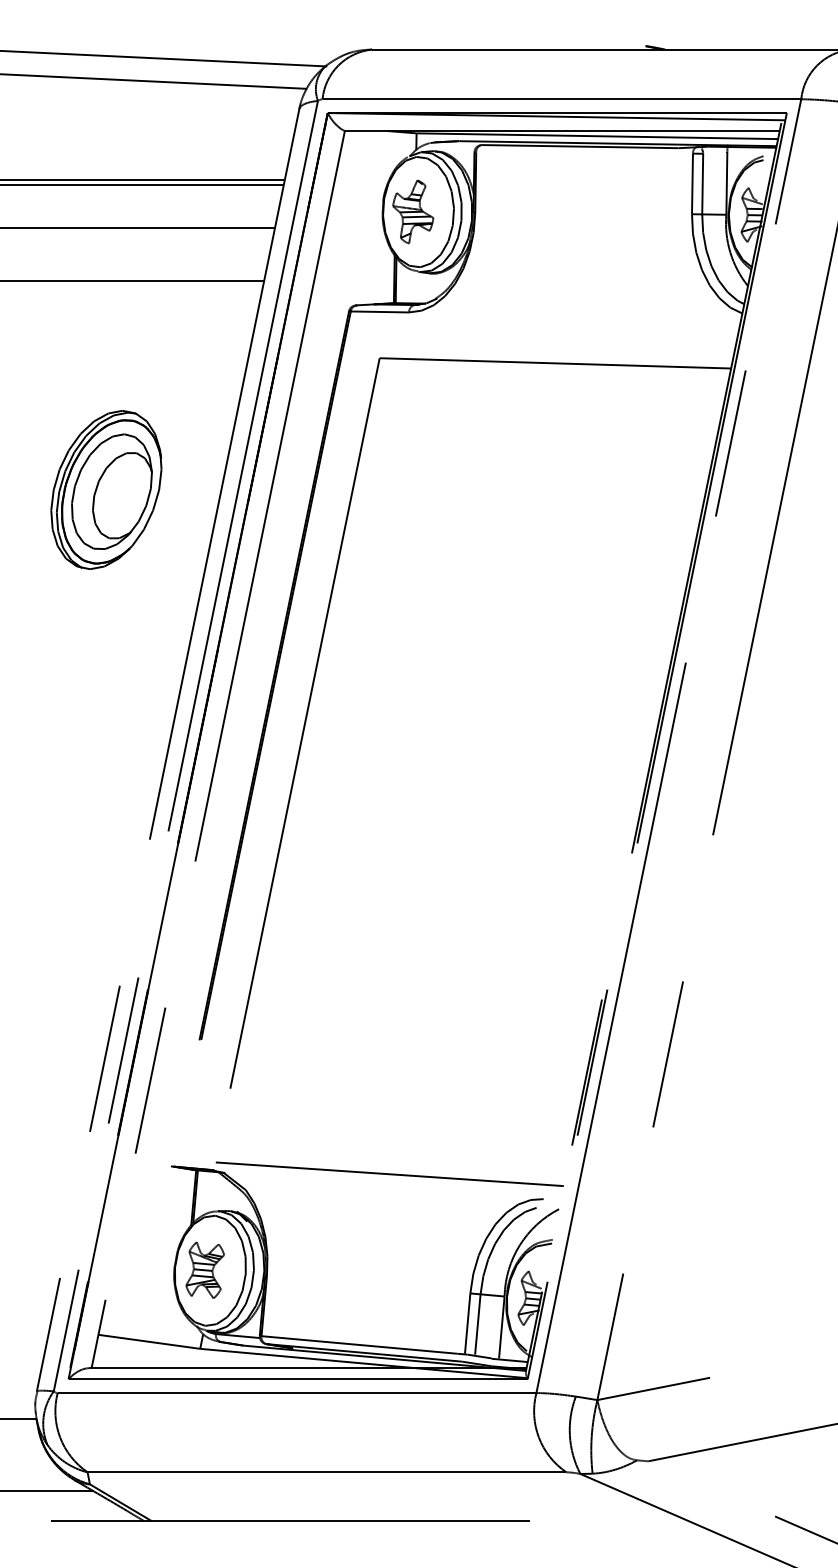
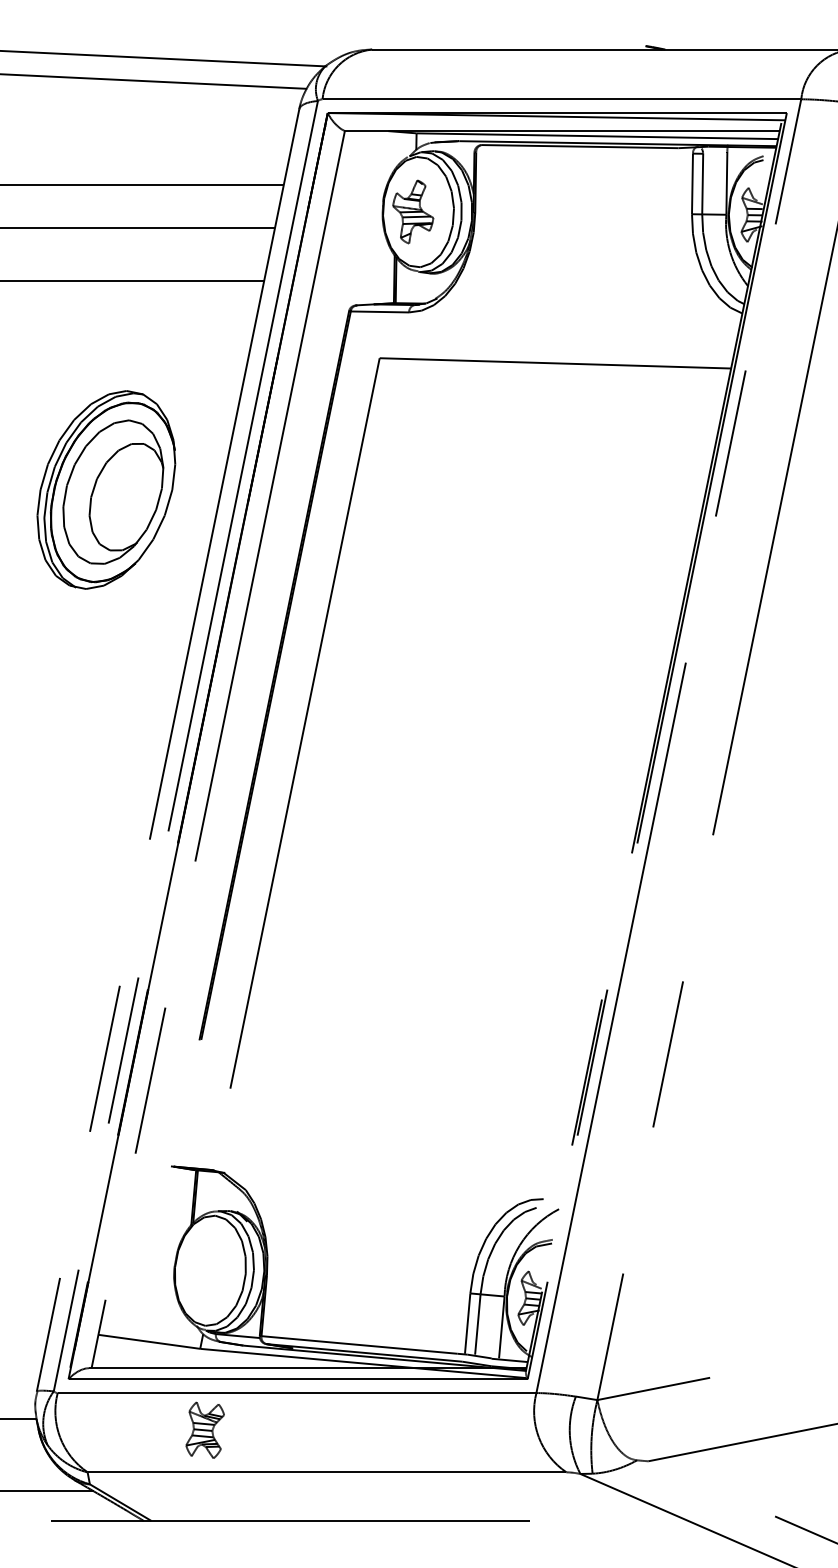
line at (143, 179): present -> none
part at (106, 489) size: 113x160 px -> 141x200 px
line at (389, 1174): present -> none
part at (204, 1269) position: (204, 1269) -> (204, 1429)
